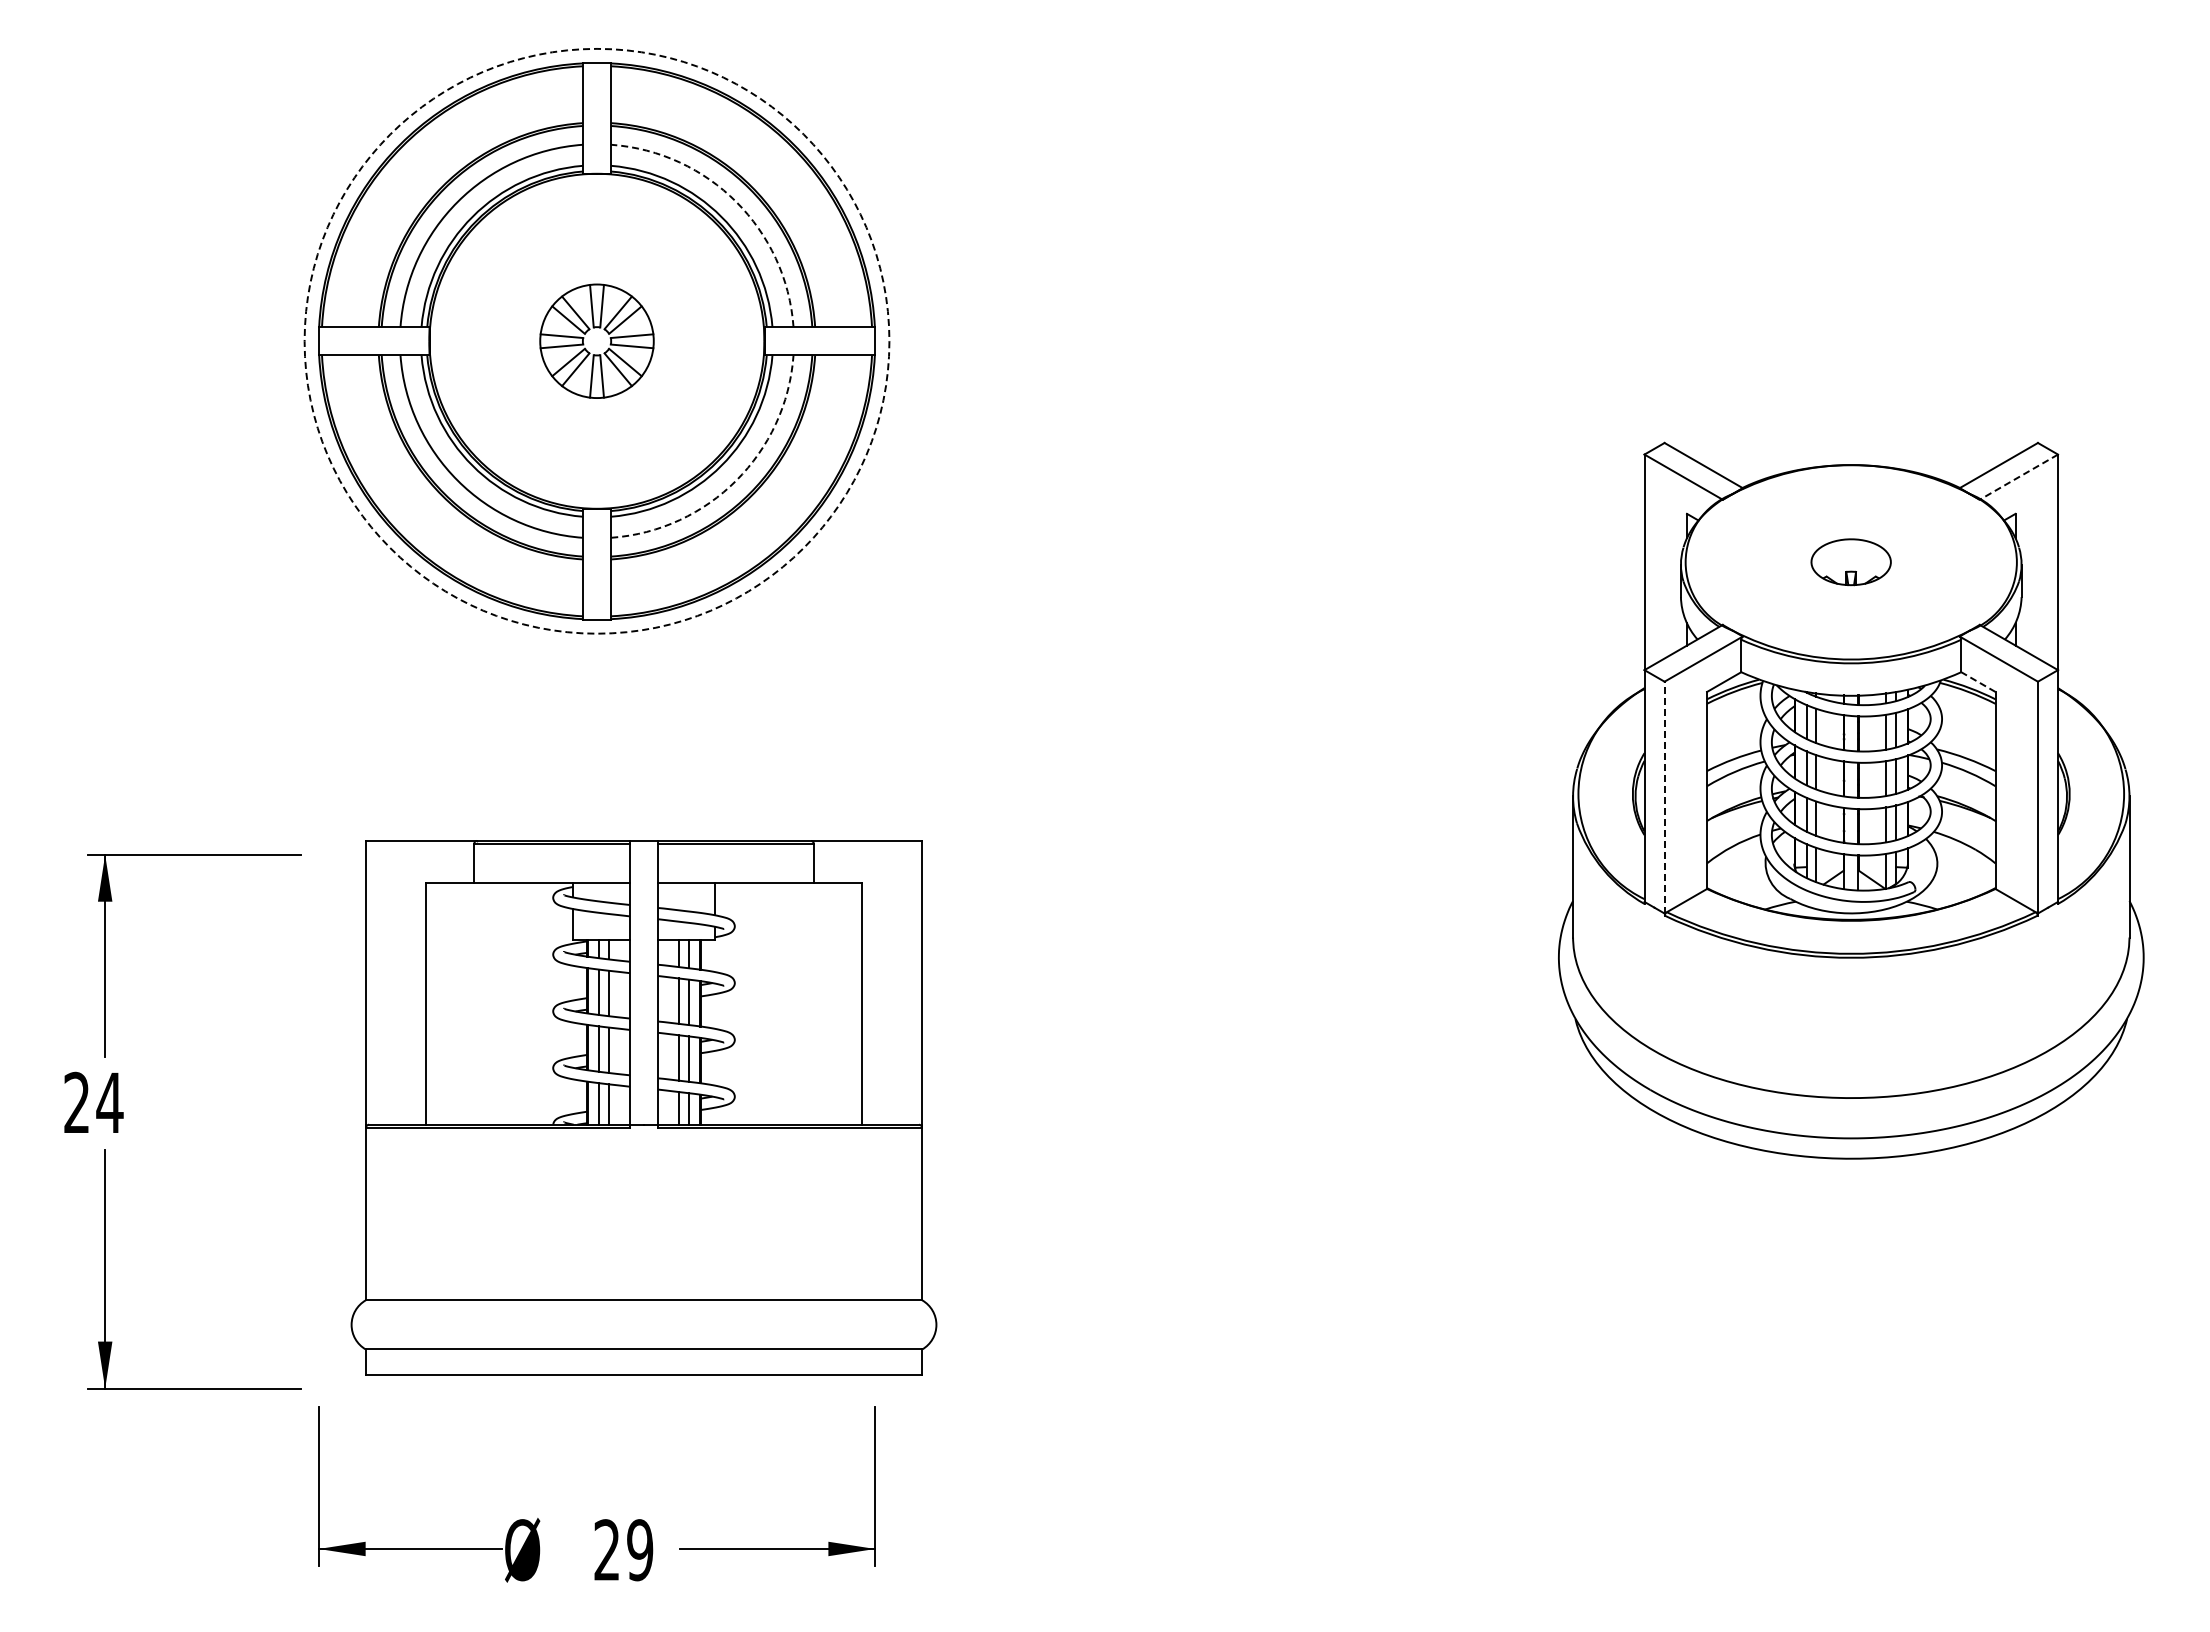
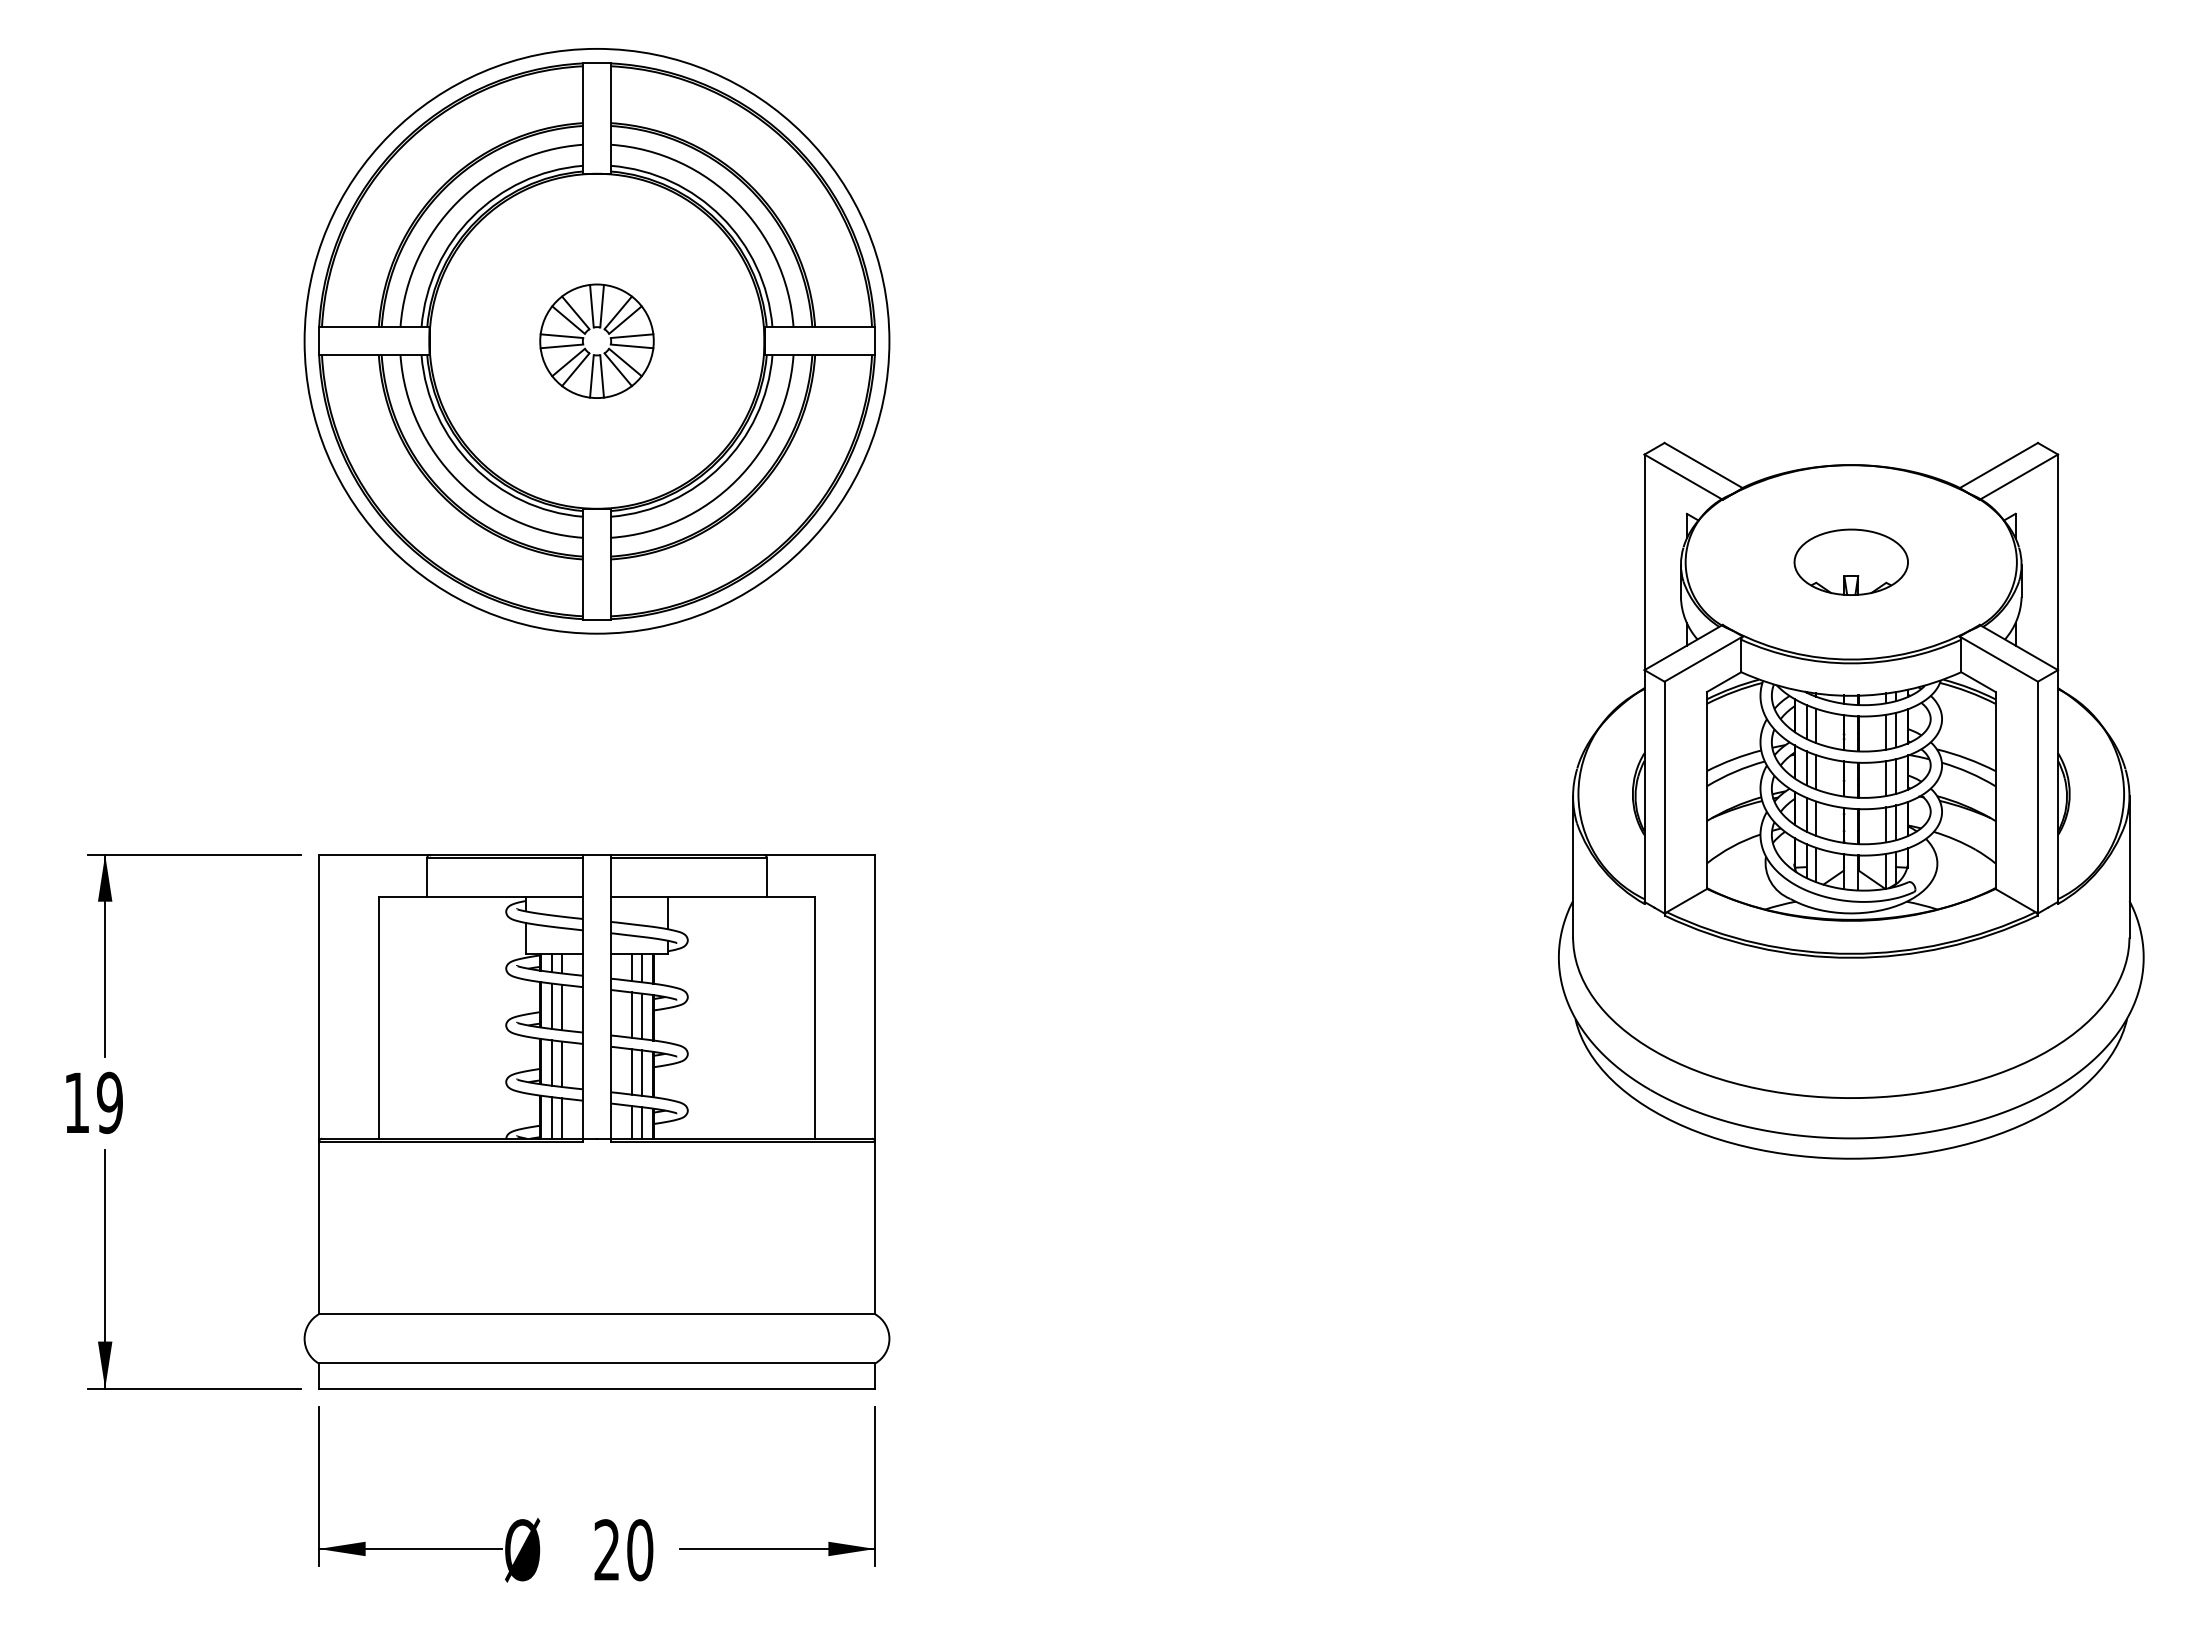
arc at (736, 201): dashed -> solid
circle at (596, 340): dashed -> solid
line at (2018, 477): dashed -> solid
arc at (736, 480): dashed -> solid
part at (1850, 562) size: 82x49 px -> 116x68 px
line at (1978, 682): dashed -> solid
line at (1664, 797): dashed -> solid
text at (93, 1102): 24 -> 19
part at (643, 1107) position: (643, 1107) -> (596, 1121)
text at (640, 1550): 29 -> 20
